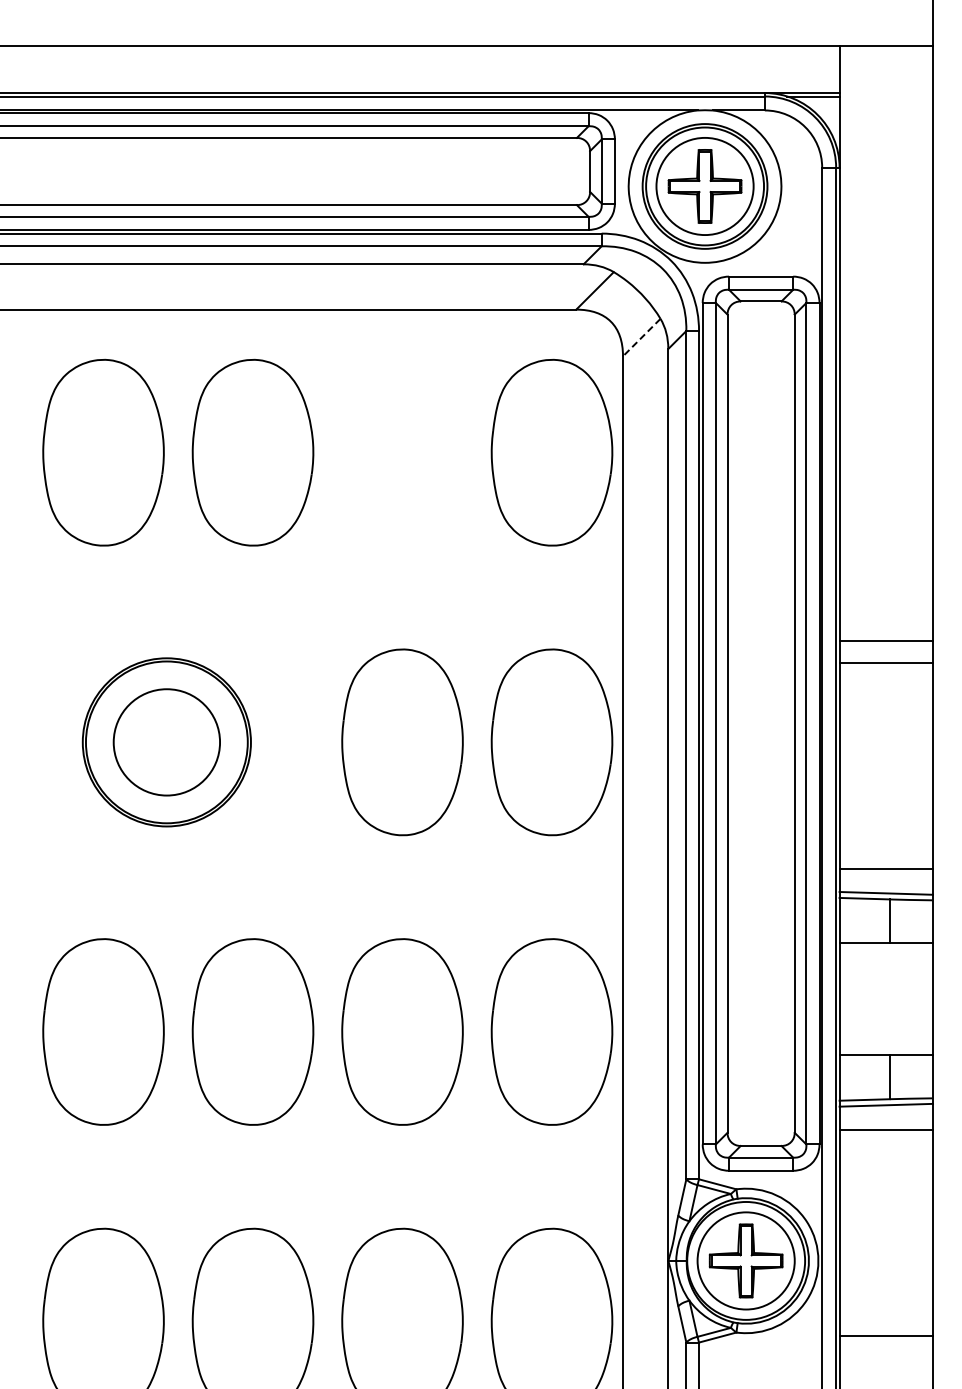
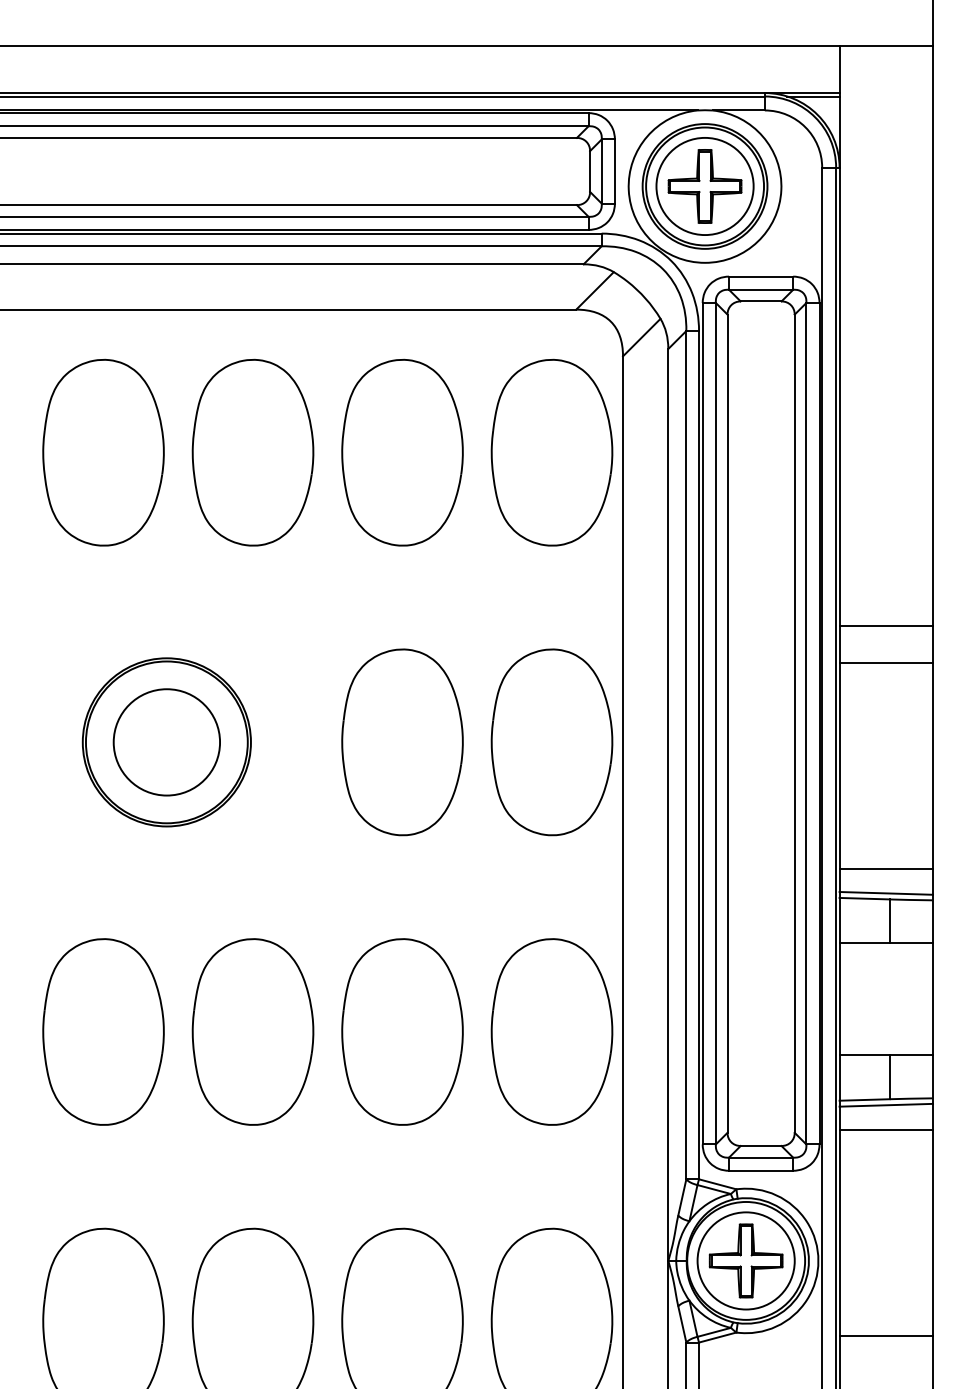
line at (641, 337): dashed -> solid
part at (402, 452): none -> present
line at (886, 640) position: (886, 640) -> (886, 625)
